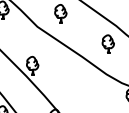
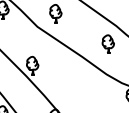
part at (60, 13) position: (60, 13) -> (55, 13)
